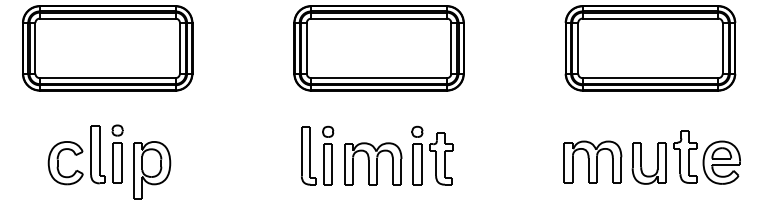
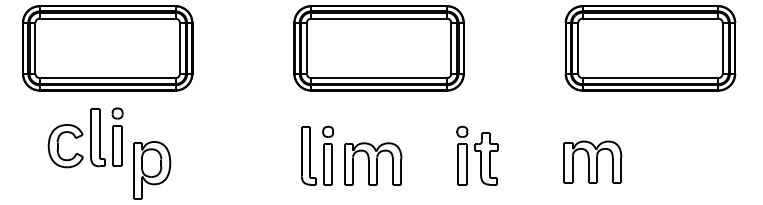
part at (85, 154) position: (85, 154) -> (85, 137)
part at (432, 155) position: (432, 155) -> (477, 155)
part at (685, 157): present -> none
